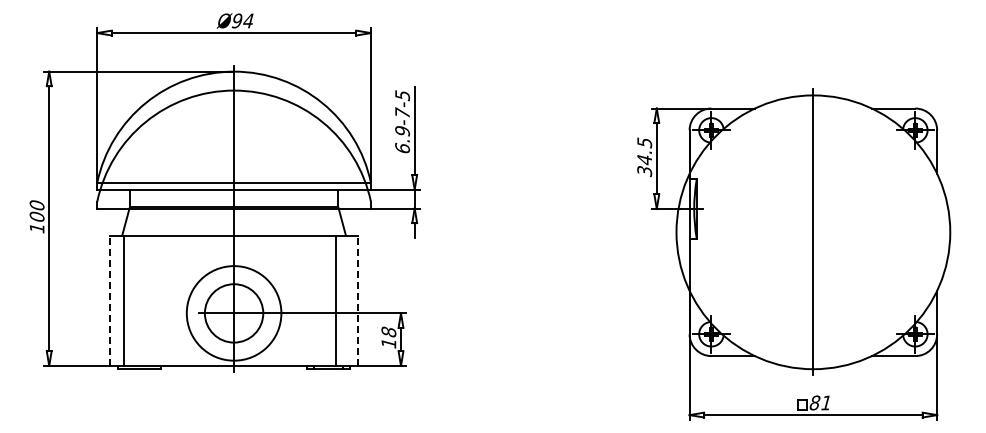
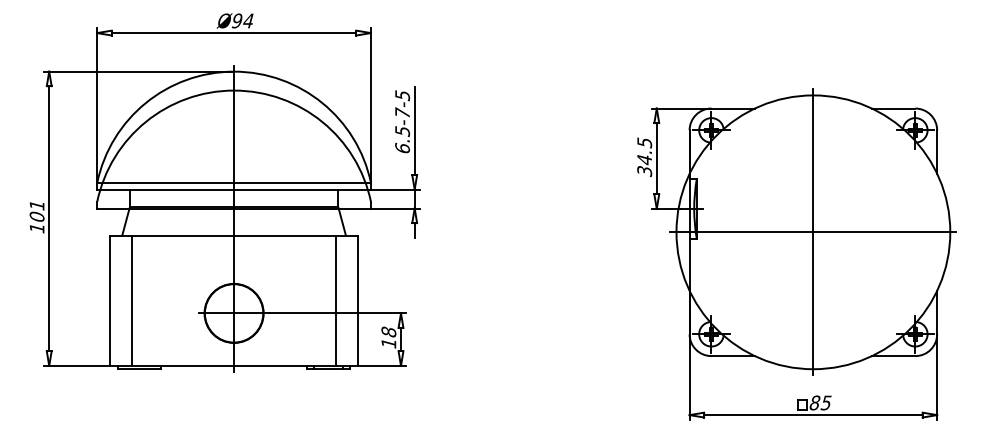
text at (402, 131): 6.9-7-5 -> 6.5-7-5
text at (36, 205): 100 -> 101
line at (813, 232): none -> present
line at (110, 300): dashed -> solid
line at (124, 300) position: (124, 300) -> (132, 300)
line at (357, 300): dashed -> solid
circle at (233, 313) diameter: 95 px -> 59 px
text at (825, 402): 81 -> 85
